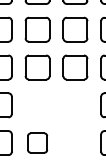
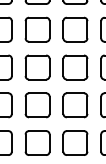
part at (37, 105): none -> present
part at (75, 105): none -> present
part at (37, 142) size: 22x22 px -> 27x26 px
part at (75, 142): none -> present
